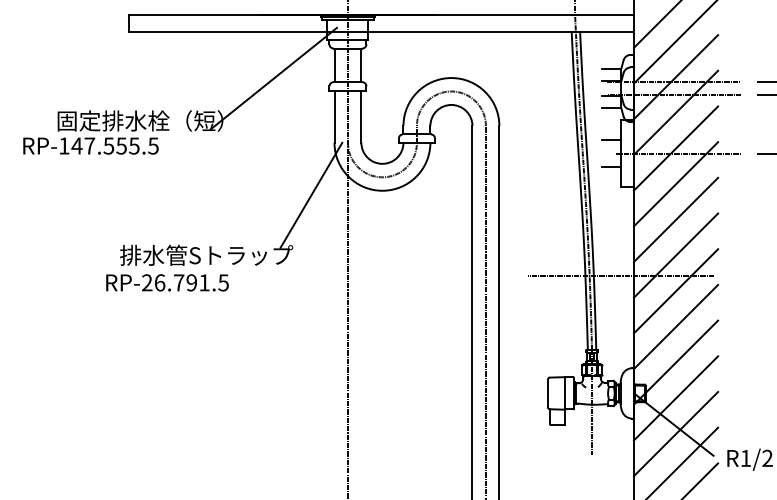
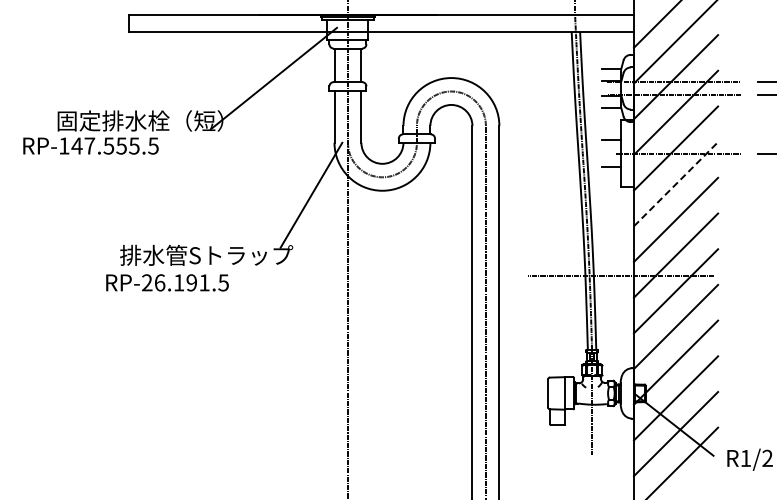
line at (676, 183): solid -> dashed
text at (179, 282): RP-26.791.5 -> RP-26.191.5
line at (701, 479): present -> none
